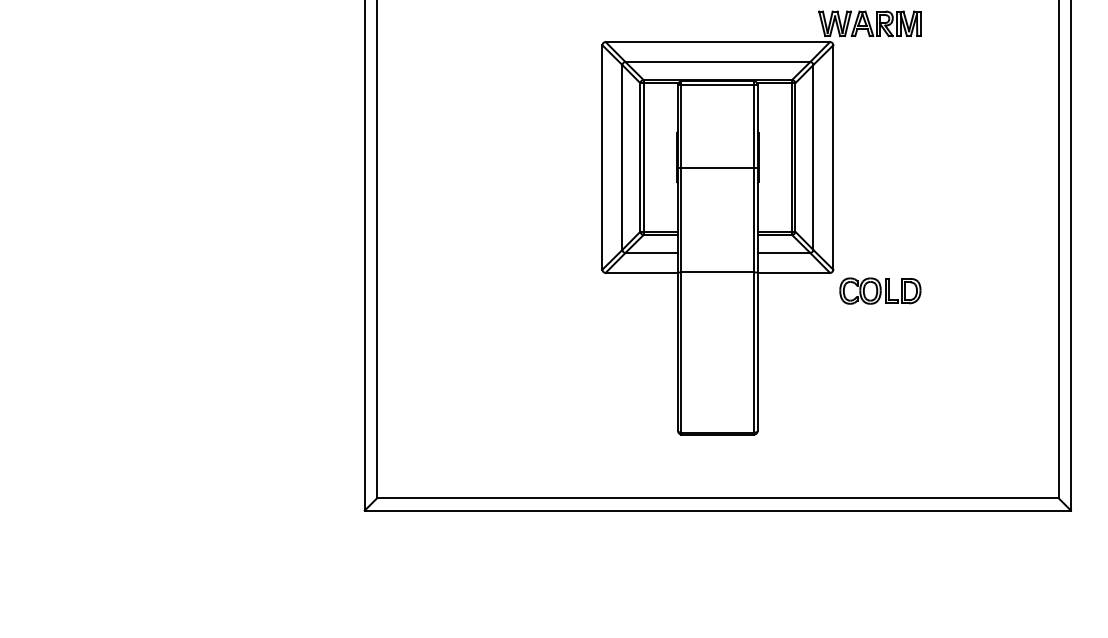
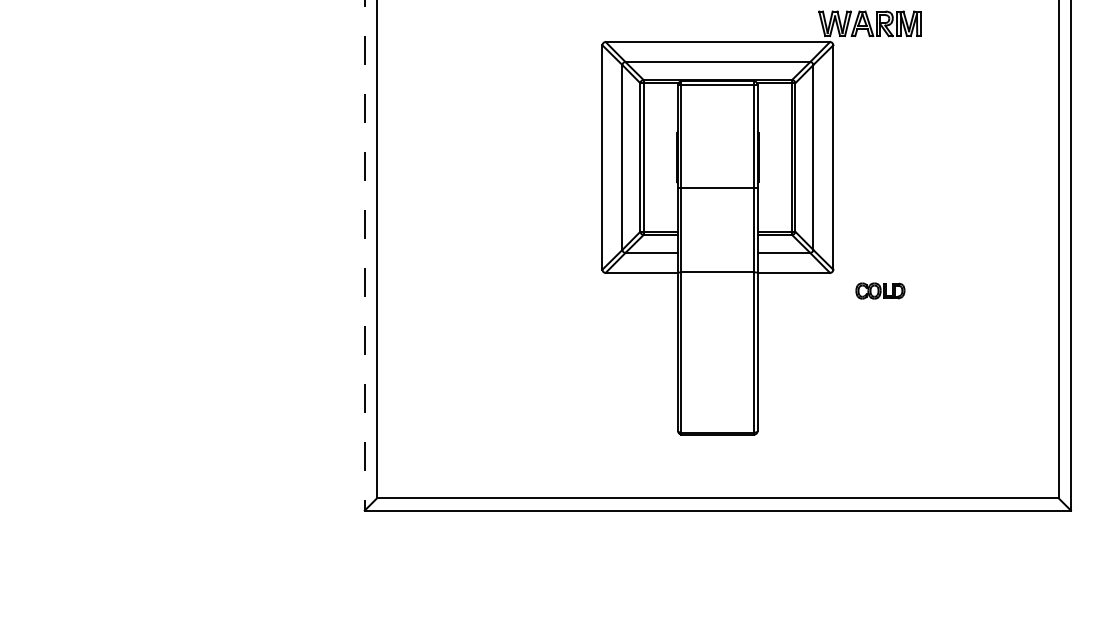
line at (717, 168) position: (717, 168) -> (717, 188)
line at (364, 255): solid -> dashed
part at (880, 290) size: 83x28 px -> 51x18 px
